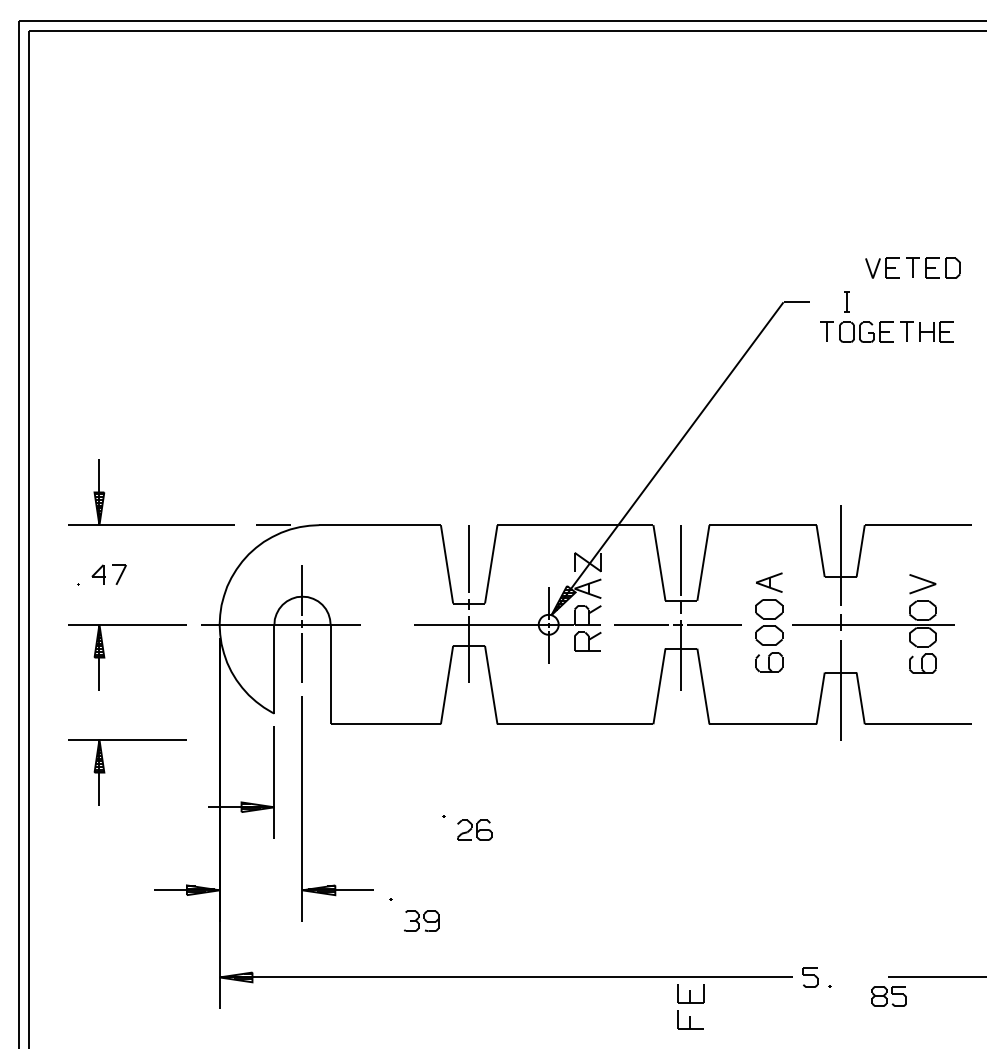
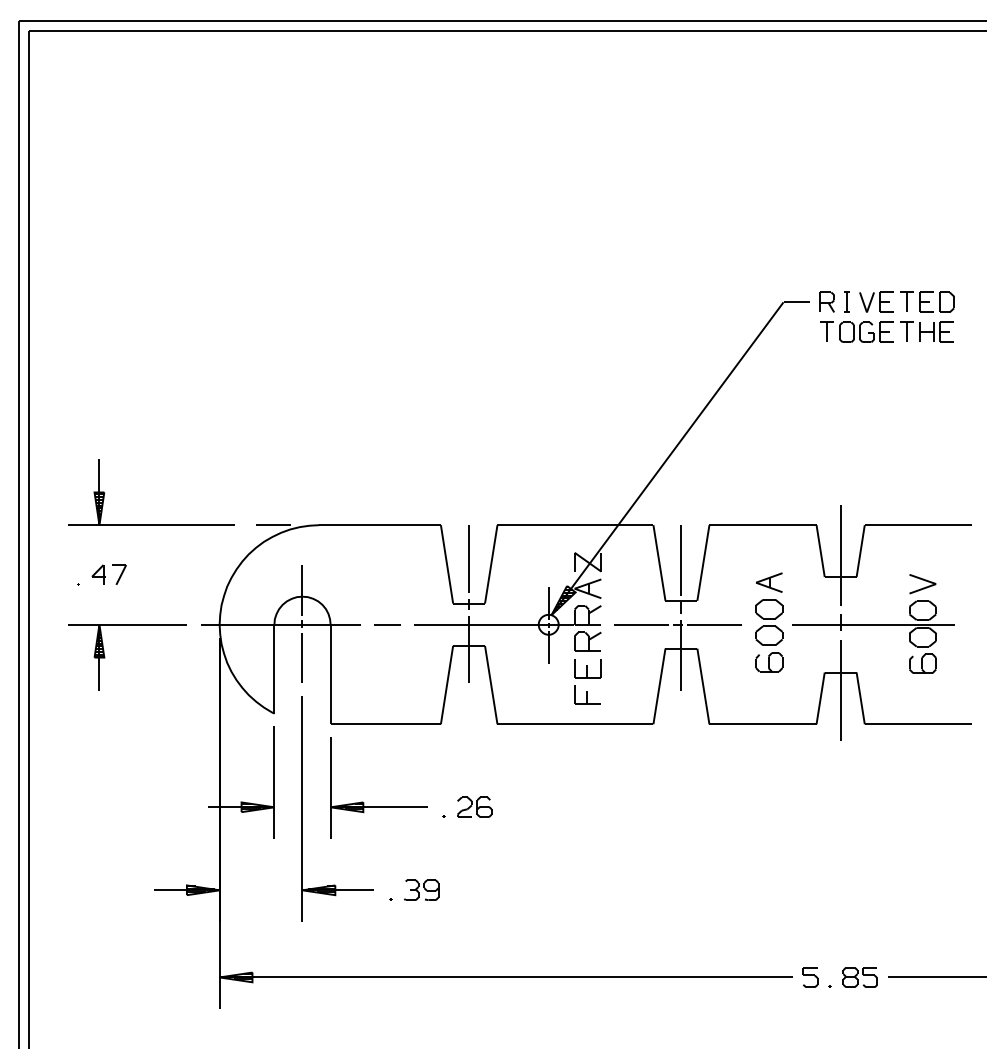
part at (912, 267) position: (912, 267) -> (906, 301)
part at (826, 301): none -> present
line at (387, 624): none -> present
part at (105, 772): present -> none
part at (378, 806): none -> present
part at (474, 829) position: (474, 829) -> (474, 806)
part at (421, 920) position: (421, 920) -> (421, 889)
part at (888, 996) position: (888, 996) -> (859, 977)
part at (690, 1006) position: (690, 1006) -> (587, 681)
